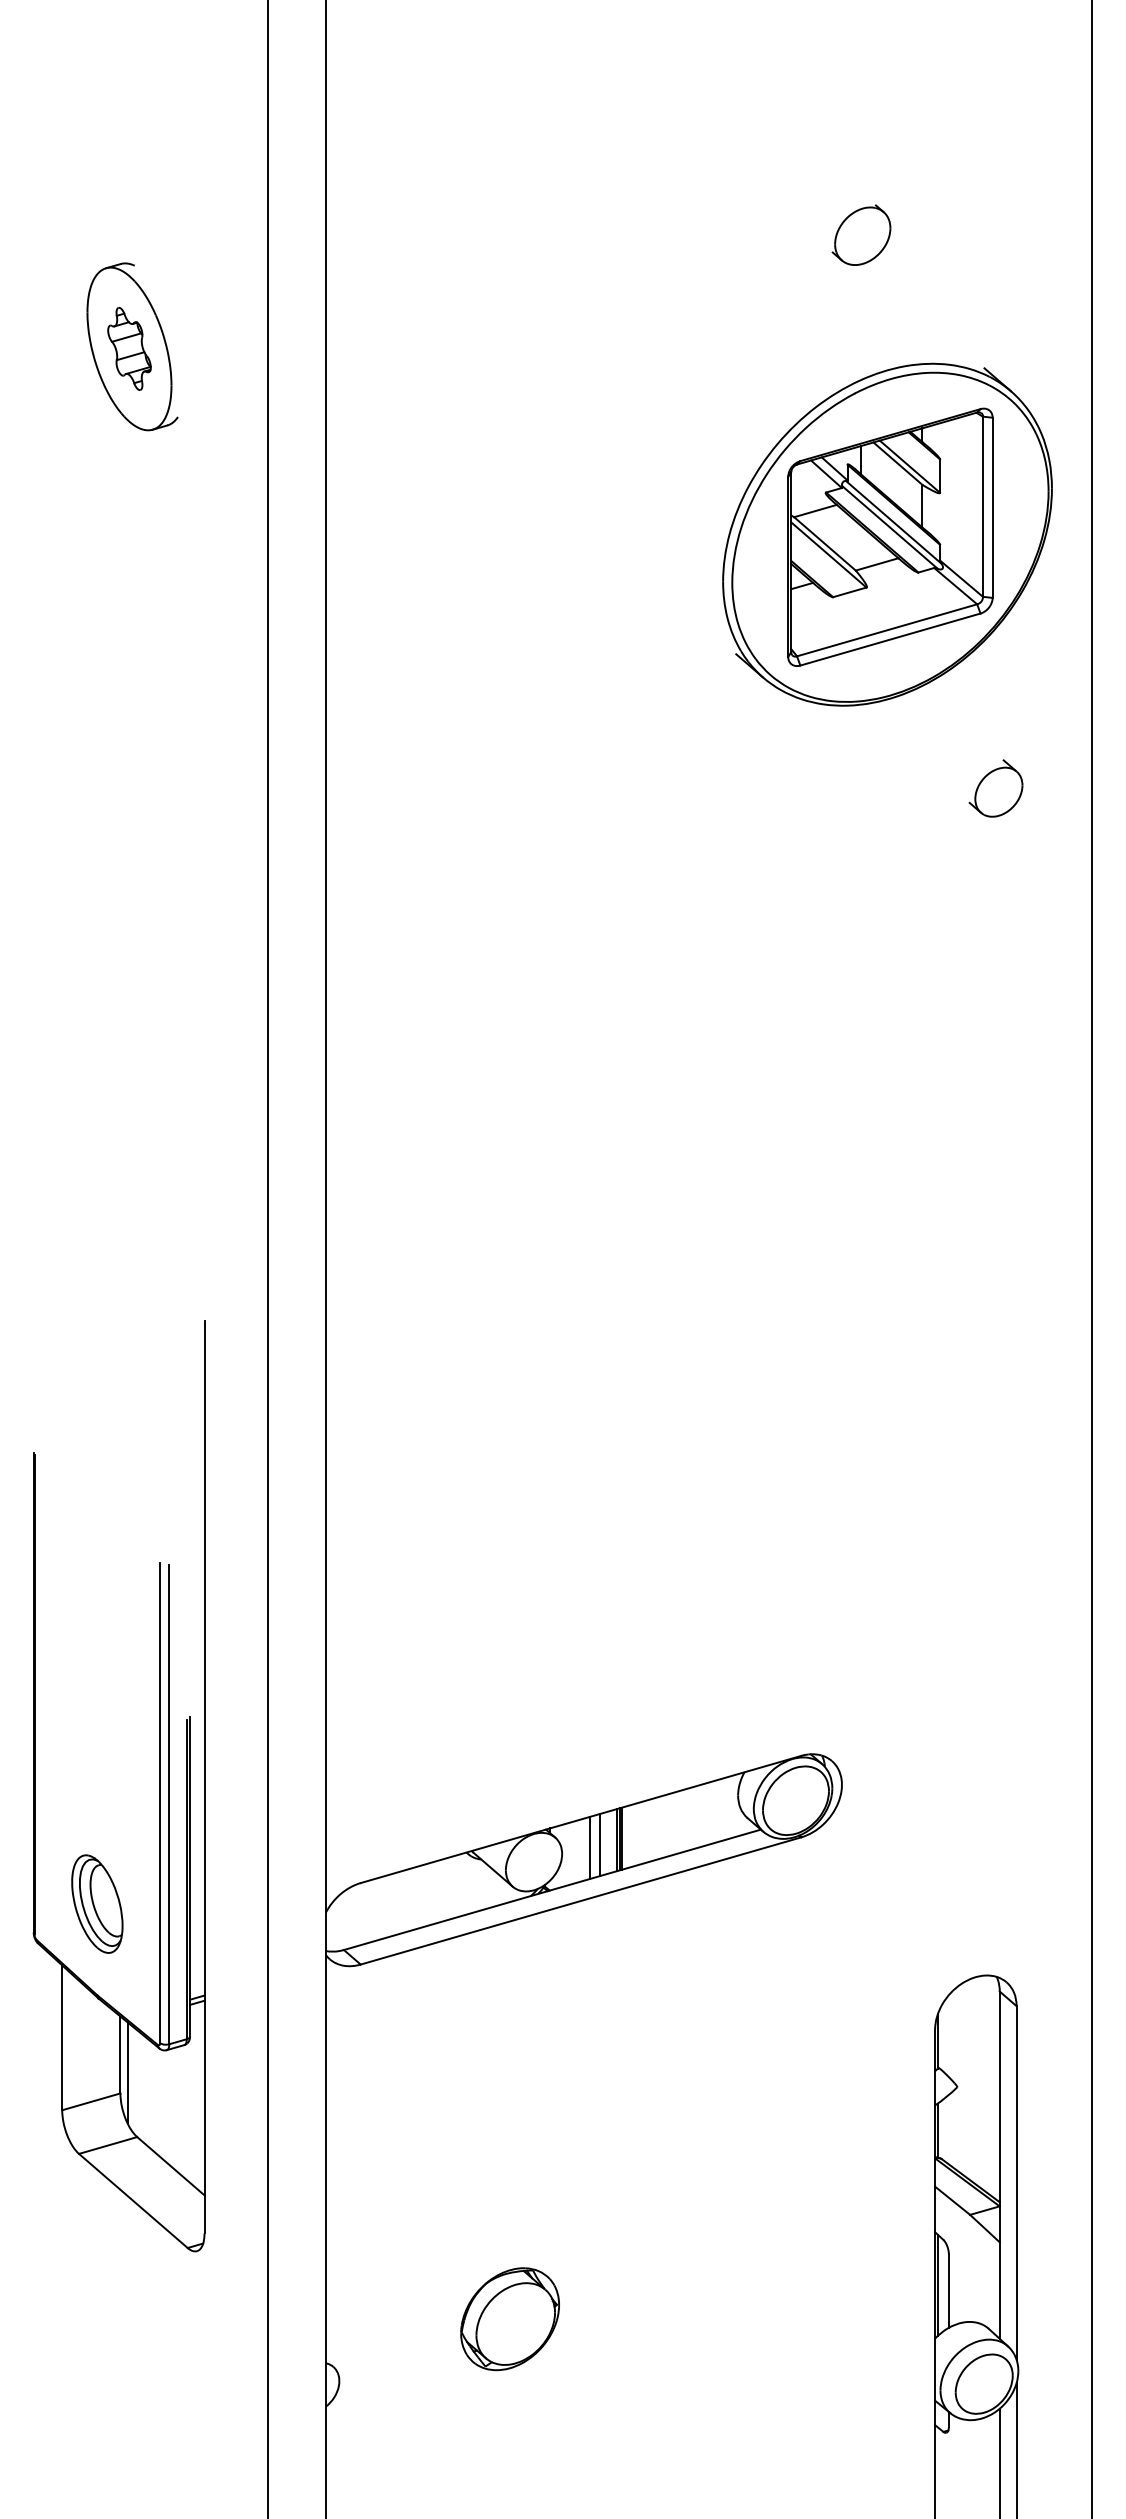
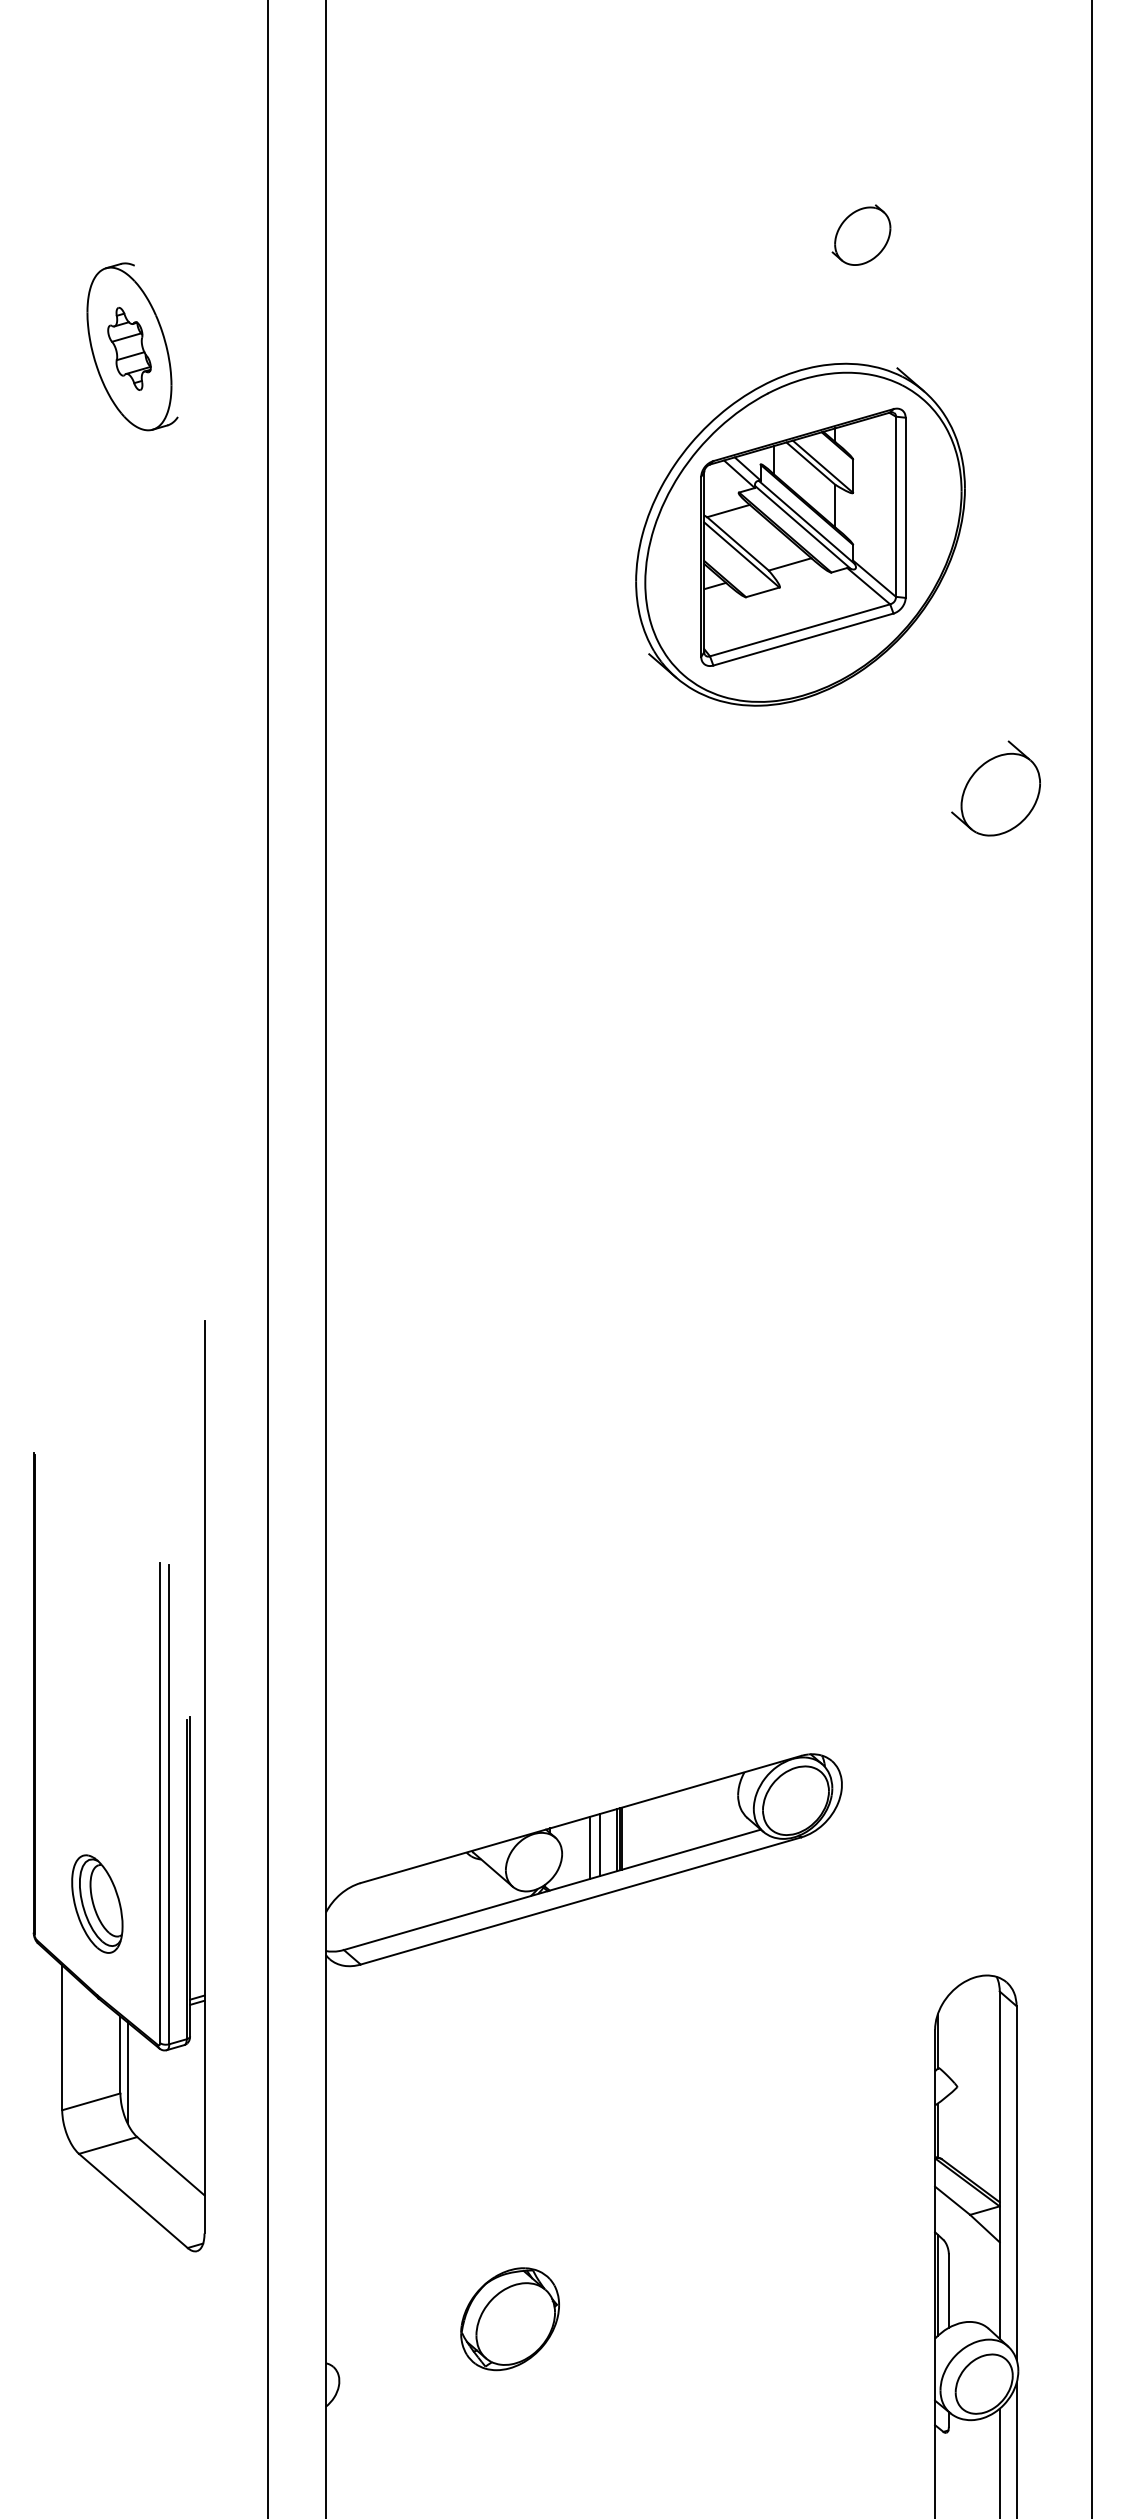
part at (887, 534) position: (887, 534) -> (800, 534)
part at (995, 788) size: 56x59 px -> 90x97 px
